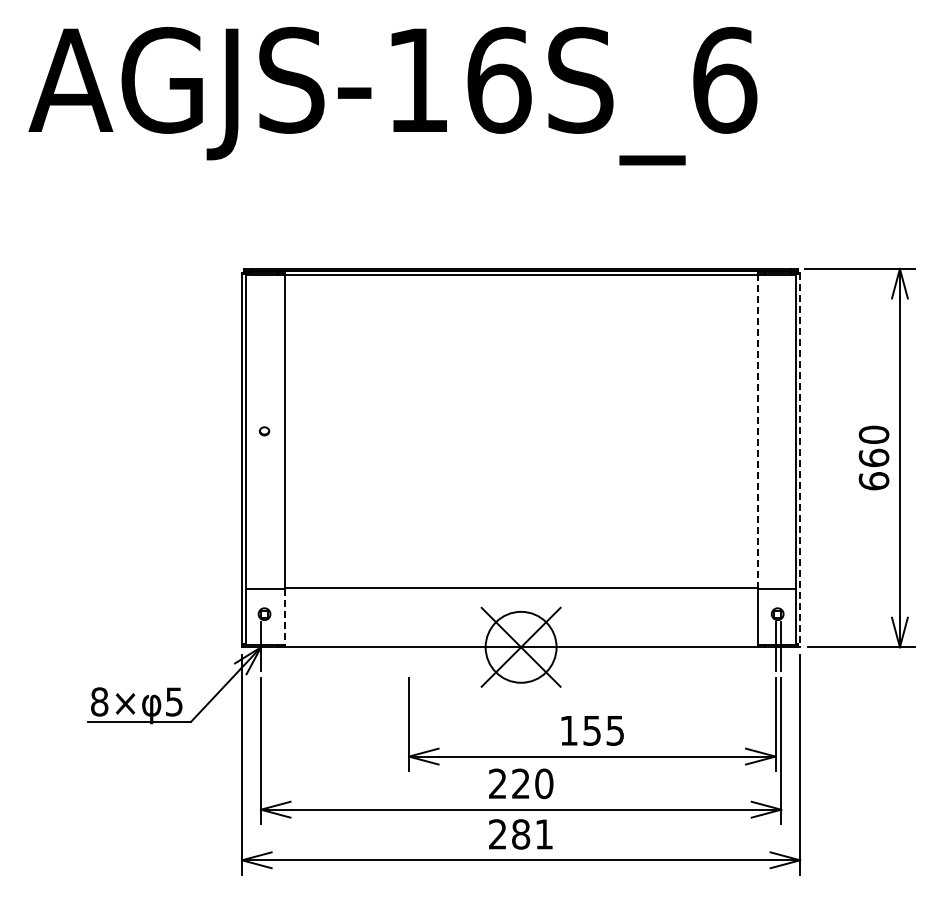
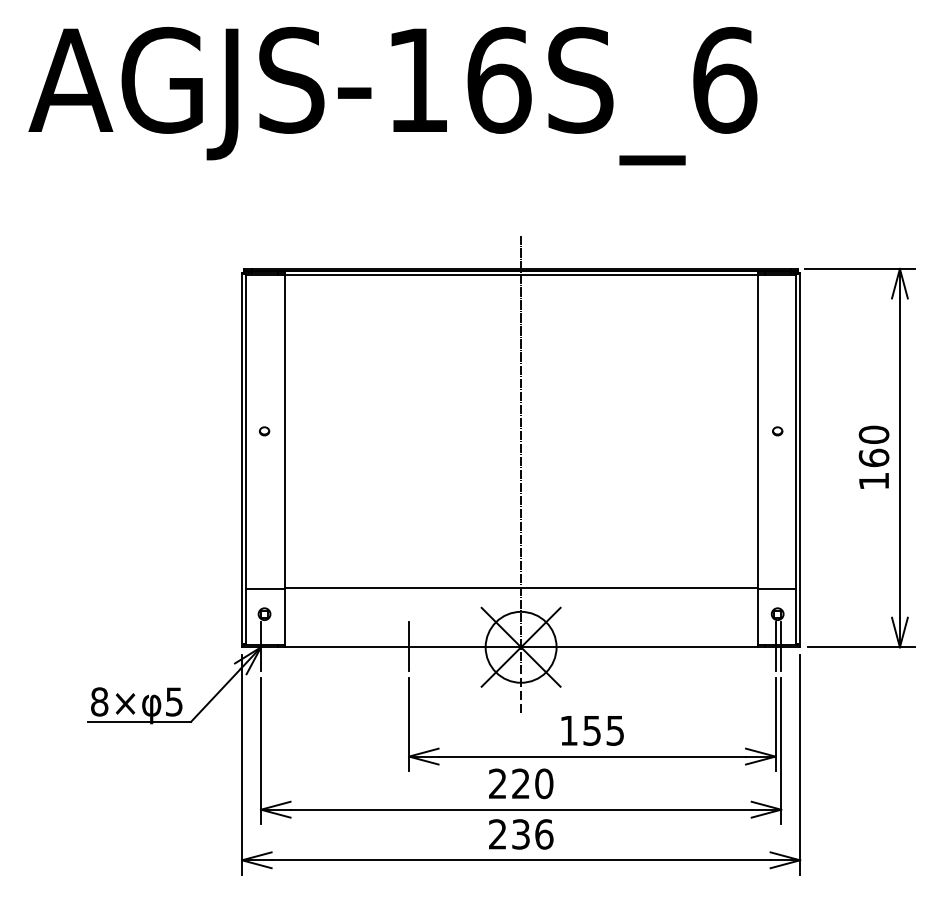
line at (757, 431): dashed -> solid
part at (777, 431): none -> present
line at (800, 460): dashed -> solid
line at (521, 474): none -> present
text at (873, 481): 660 -> 160
line at (284, 617): dashed -> solid
line at (409, 645): none -> present
text at (532, 834): 281 -> 236
